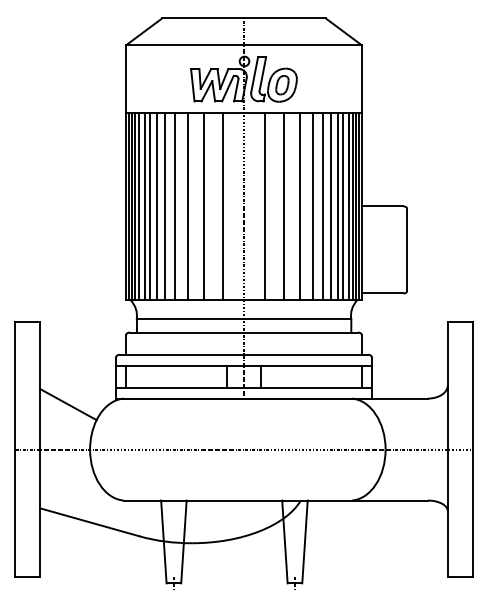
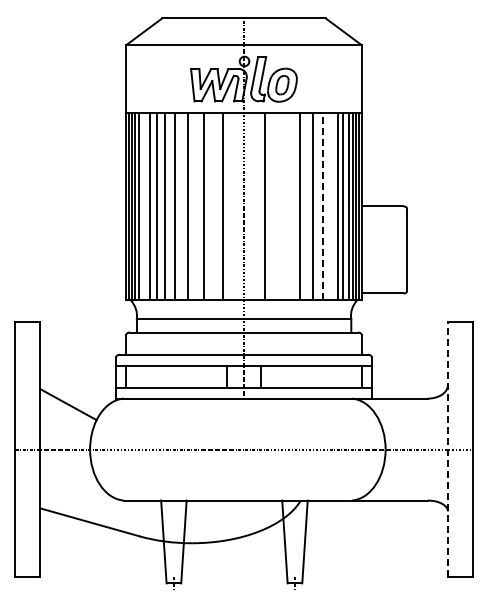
line at (145, 206): present -> none
line at (283, 206): present -> none
line at (322, 206): solid -> dashed
line at (331, 206): present -> none
line at (447, 449): solid -> dashed
